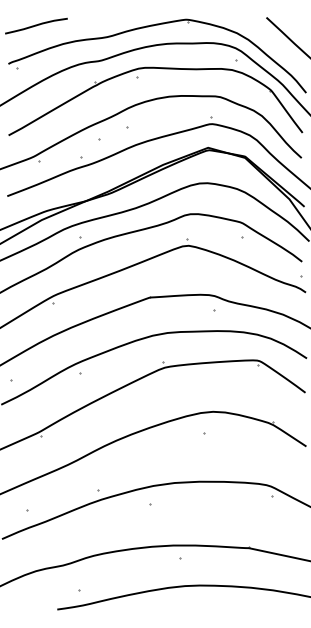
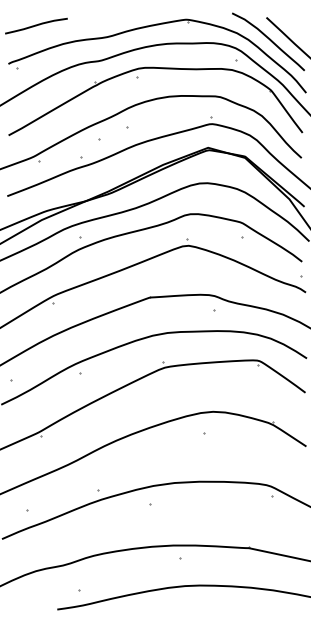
curve at (269, 40): none -> present
